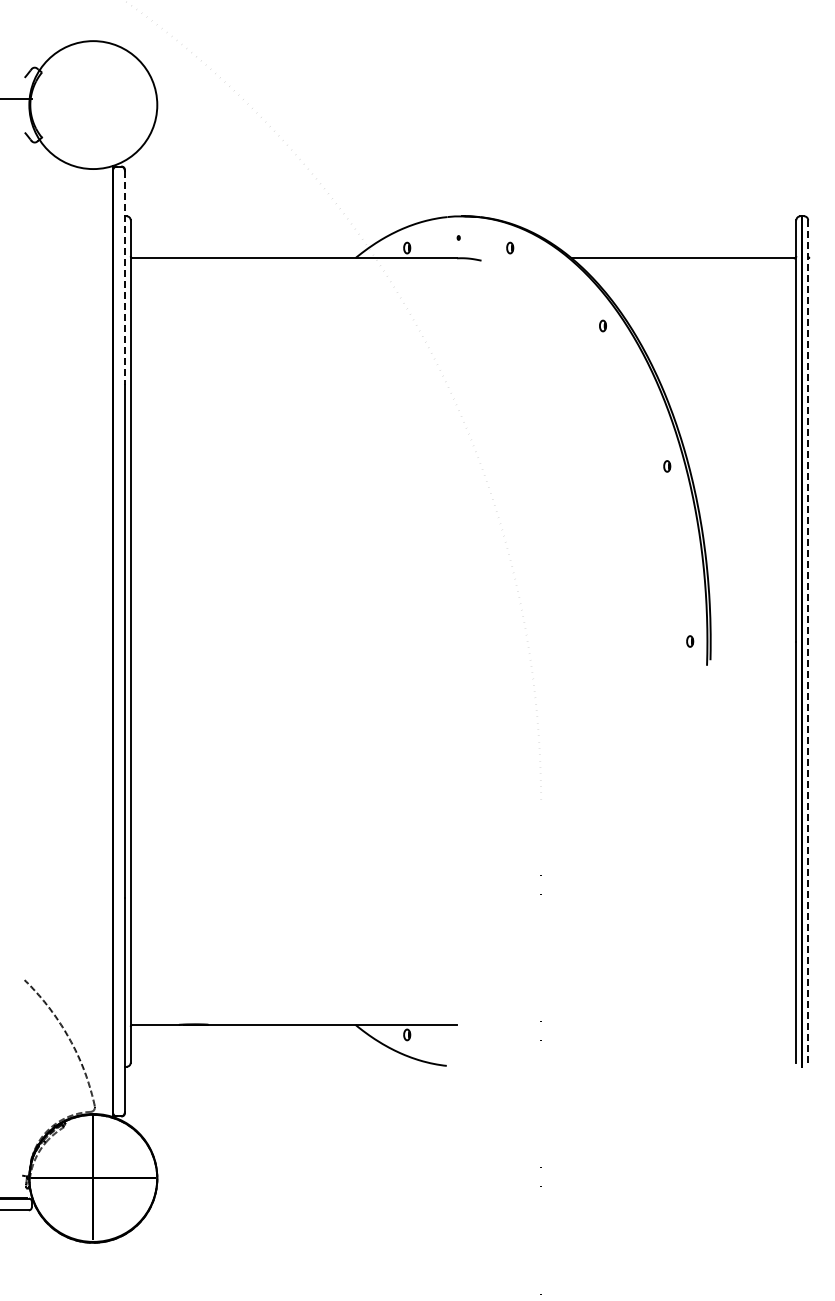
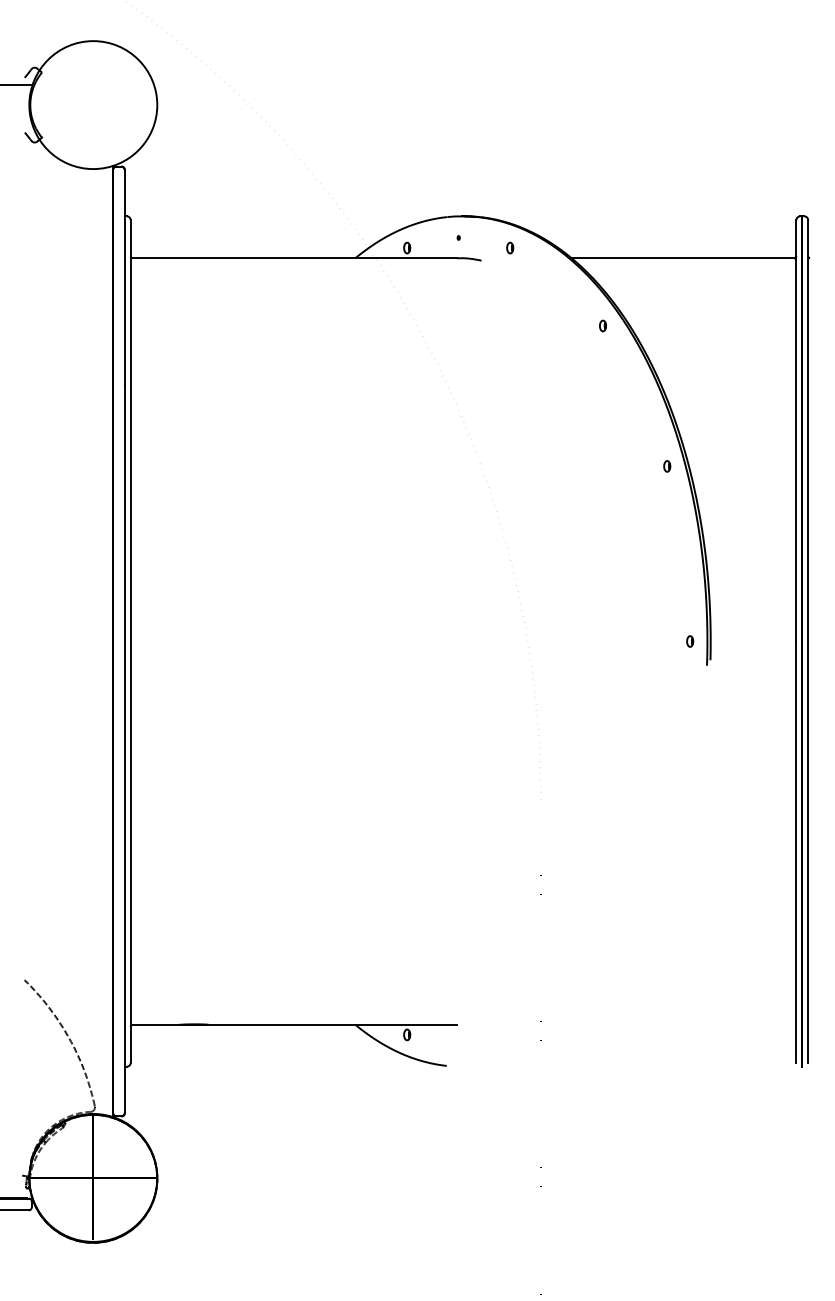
line at (17, 99) position: (17, 99) -> (17, 85)
line at (124, 278): dashed -> solid
line at (808, 642): dashed -> solid
